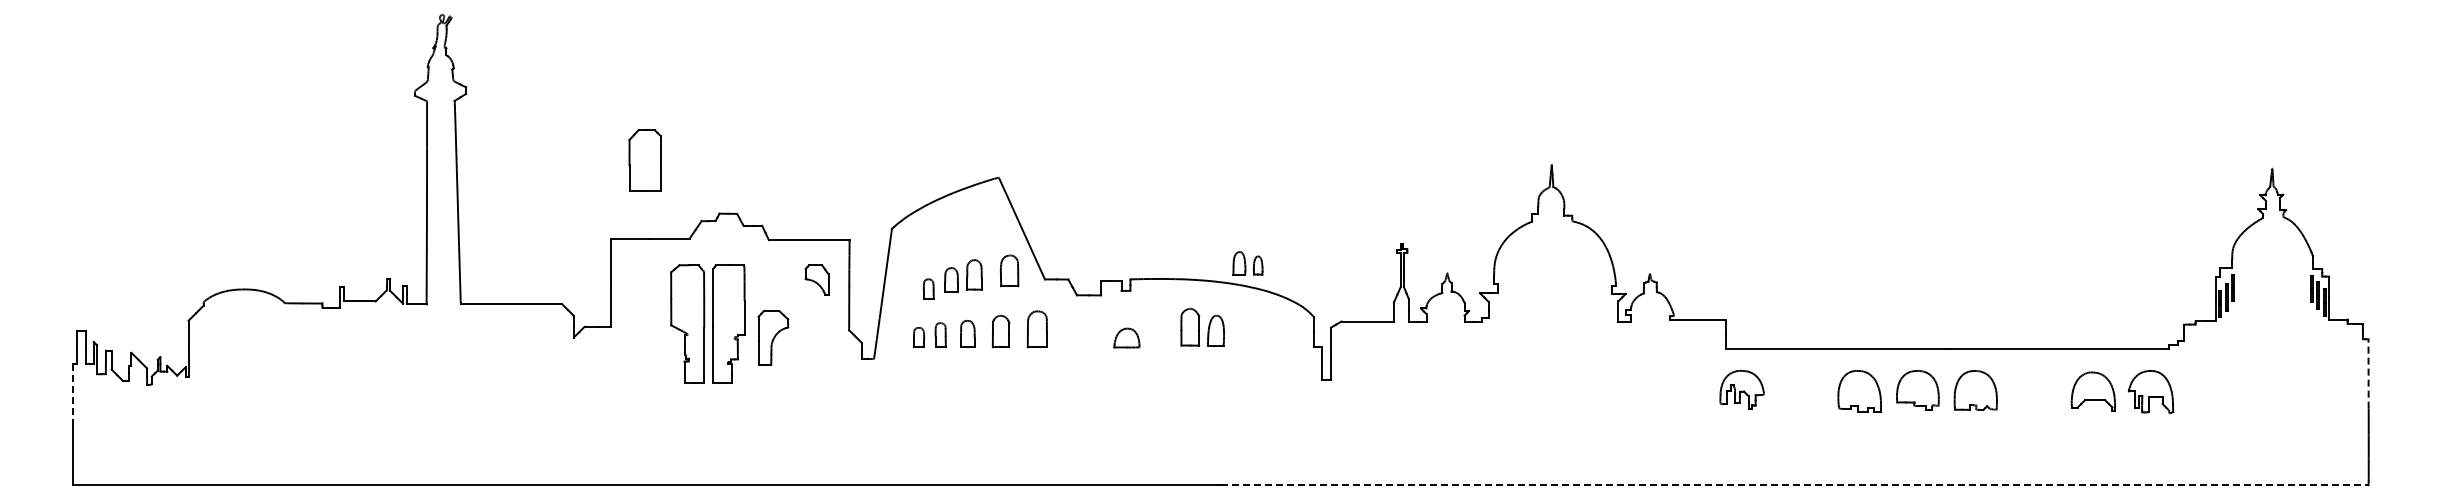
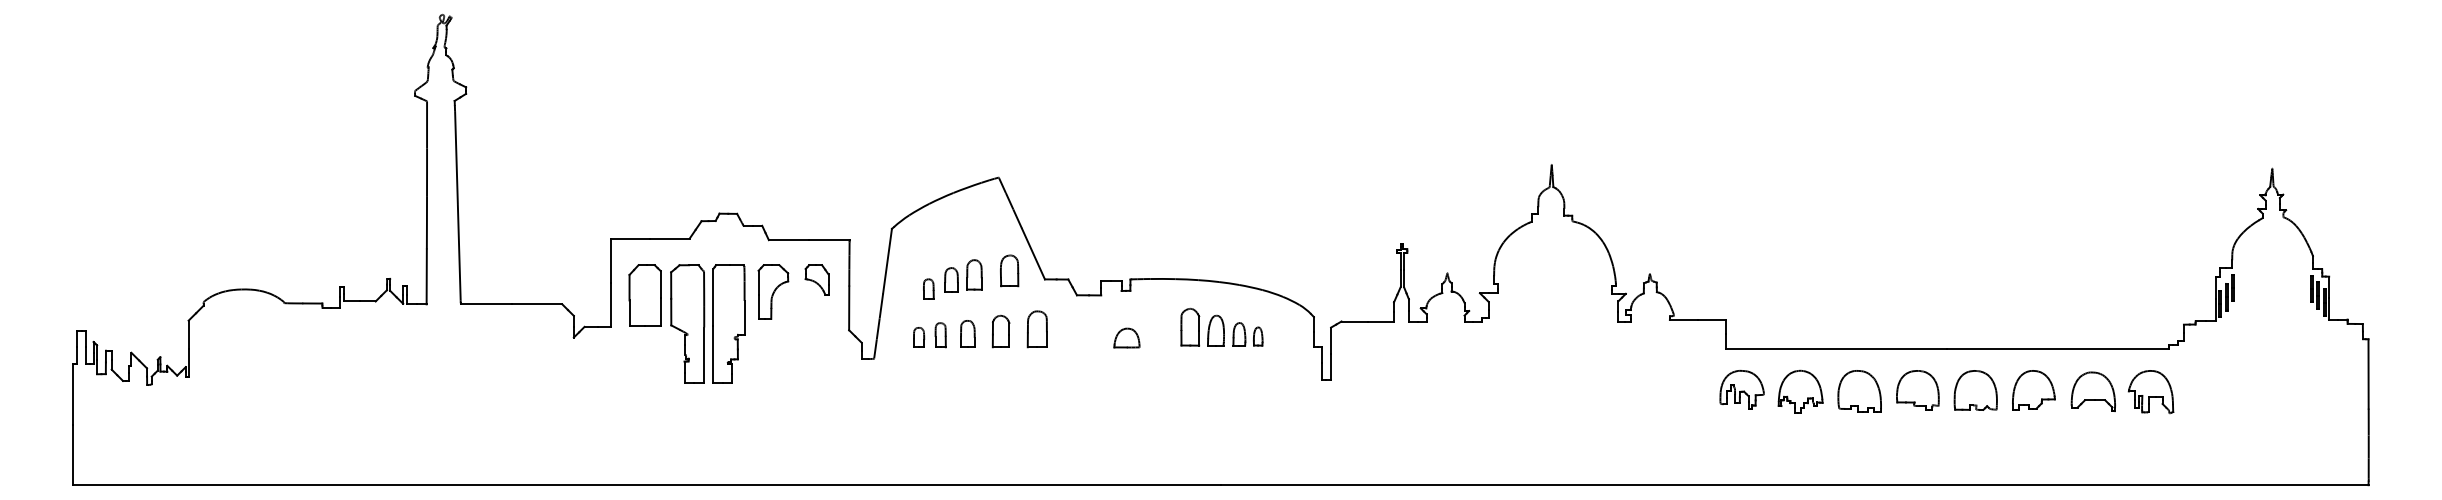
part at (644, 160) position: (644, 160) -> (644, 295)
part at (1247, 263) position: (1247, 263) -> (1247, 334)
part at (773, 337) position: (773, 337) -> (773, 291)
line at (2368, 373): dashed -> solid
part at (2033, 390): none -> present
part at (1800, 391): none -> present
line at (73, 394): dashed -> solid
line at (1794, 485): dashed -> solid
